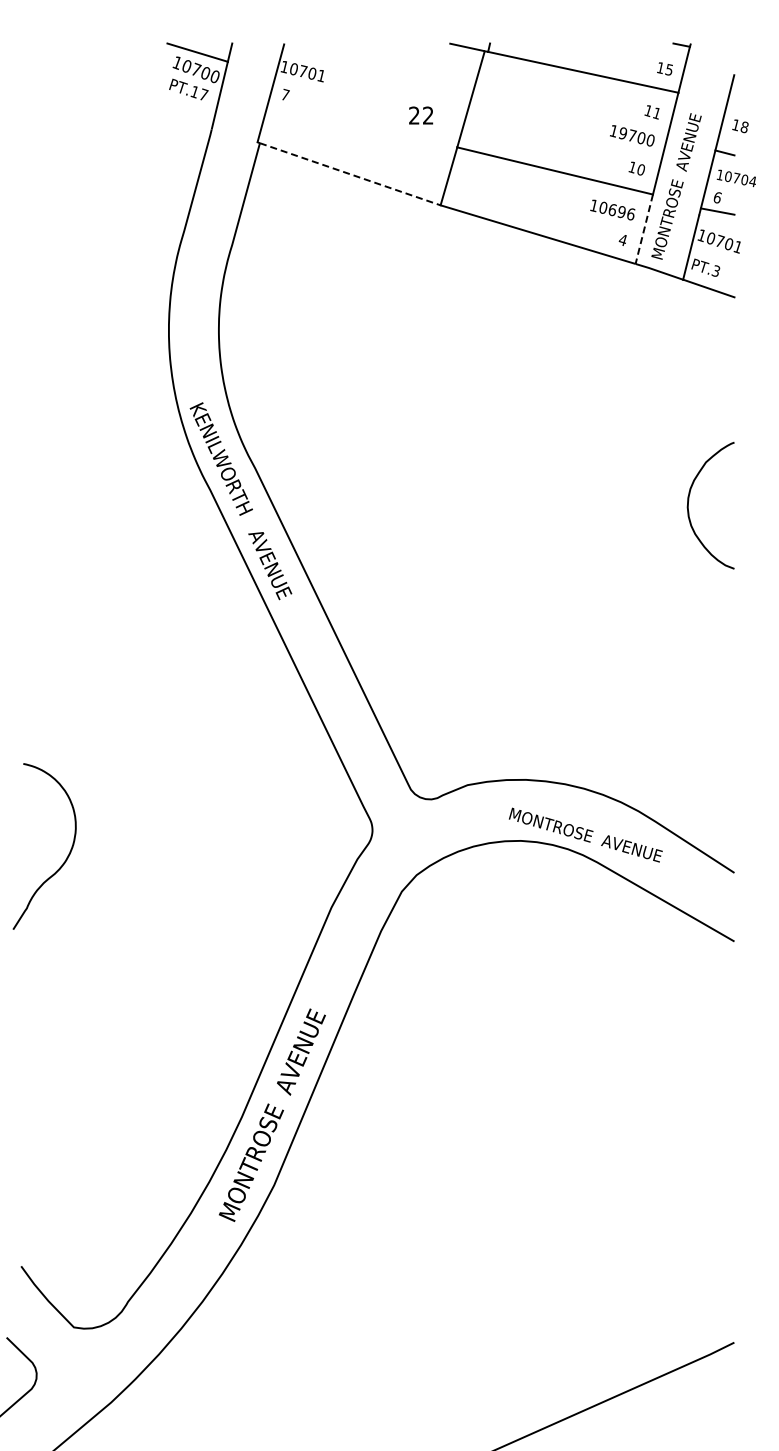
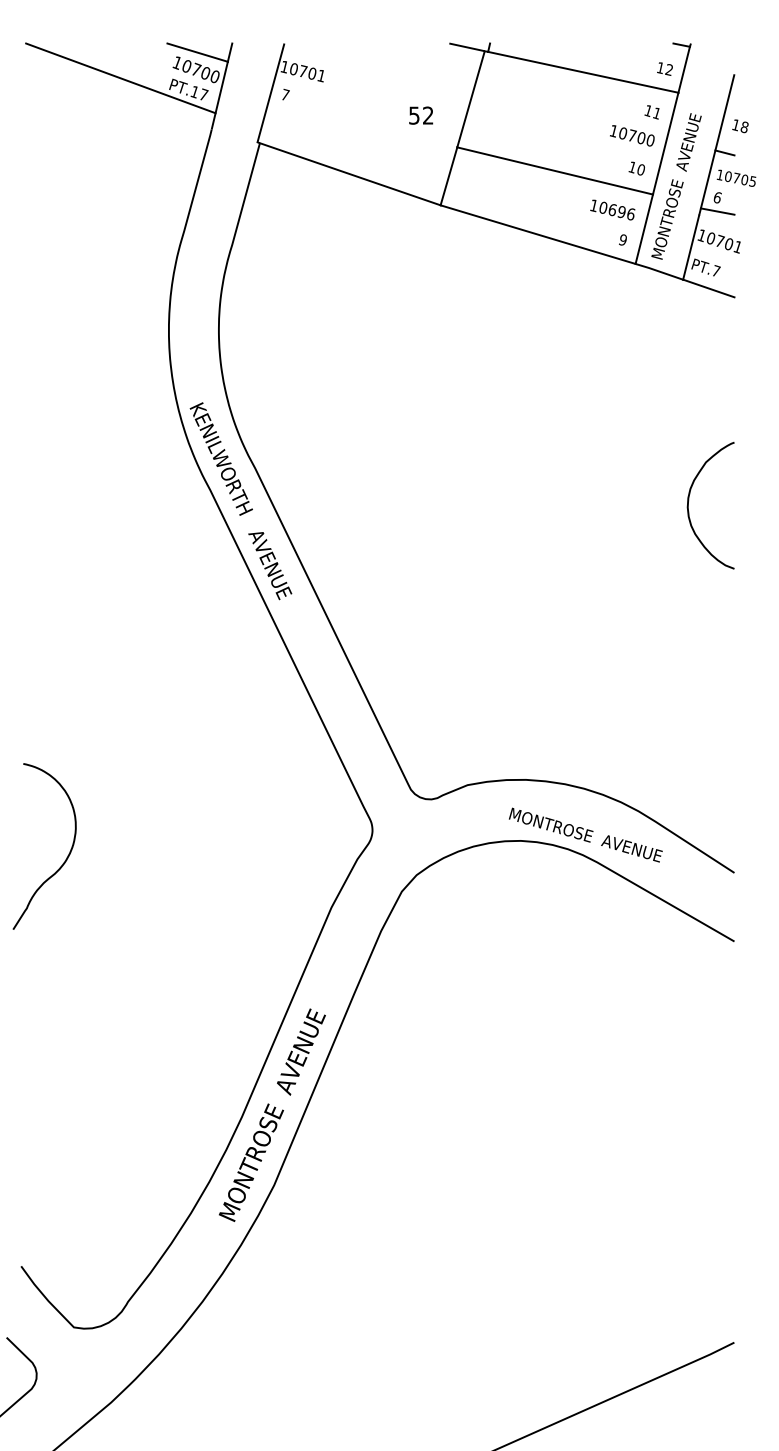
text at (668, 69): 15 -> 12
line at (120, 78): none -> present
text at (414, 115): 22 -> 52
text at (622, 133): 19700 -> 10700
line at (350, 174): dashed -> solid
text at (752, 181): 10704 -> 10705
line at (644, 229): dashed -> solid
text at (622, 239): 4 -> 9
text at (715, 270): PT.3 -> PT.7
